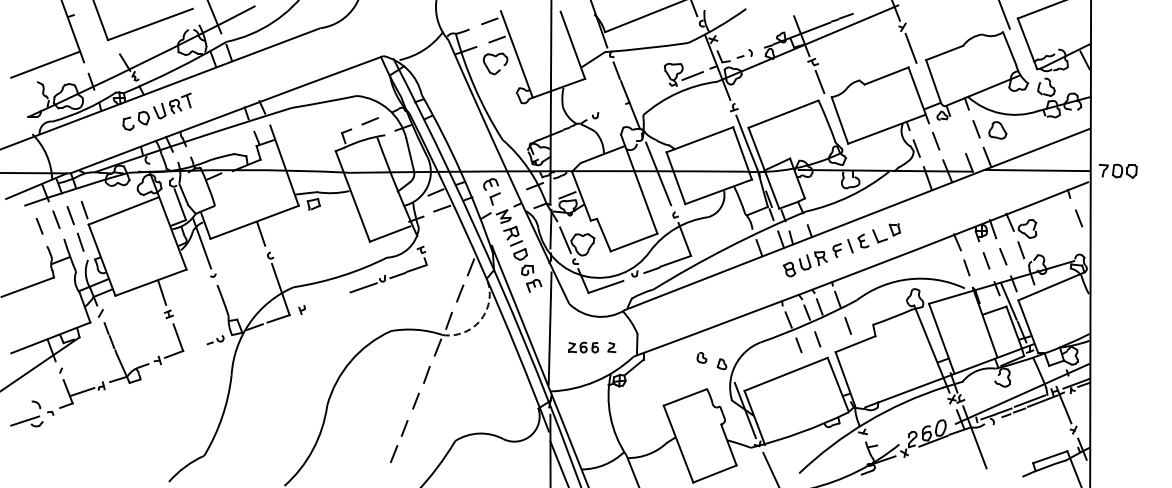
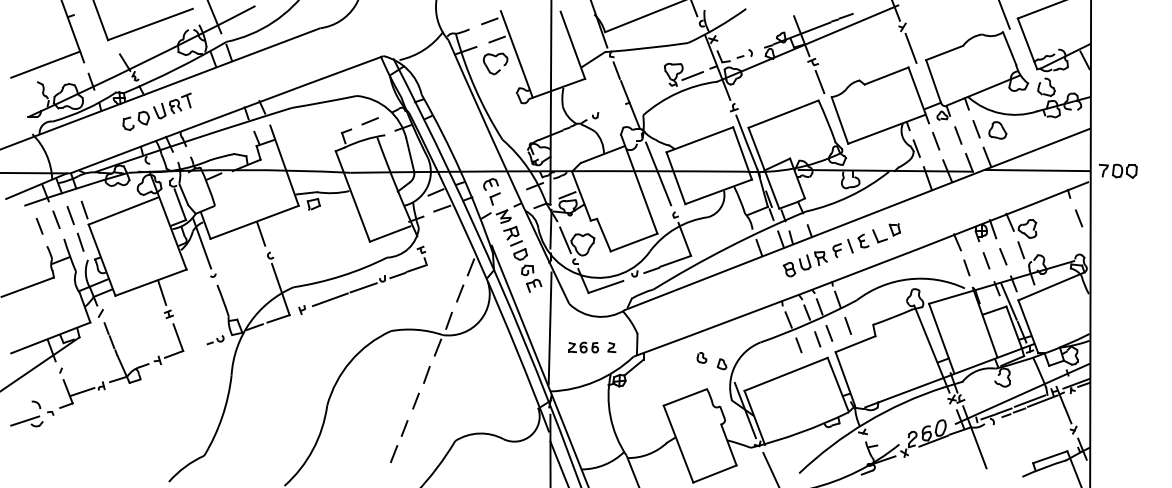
line at (958, 135): none -> present
line at (330, 299): none -> present
arc at (480, 320): dashed -> solid
line at (829, 333): none -> present
